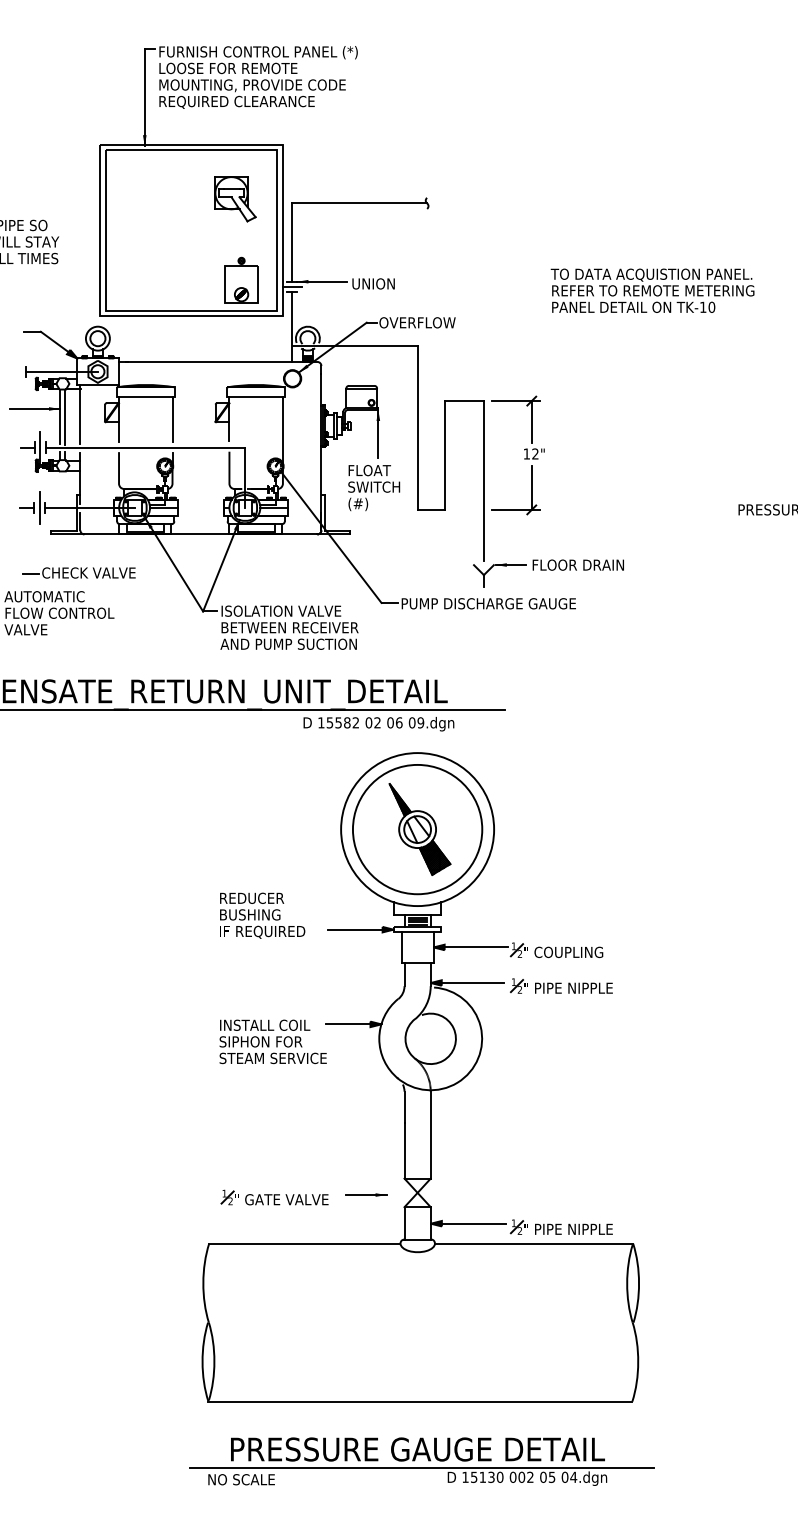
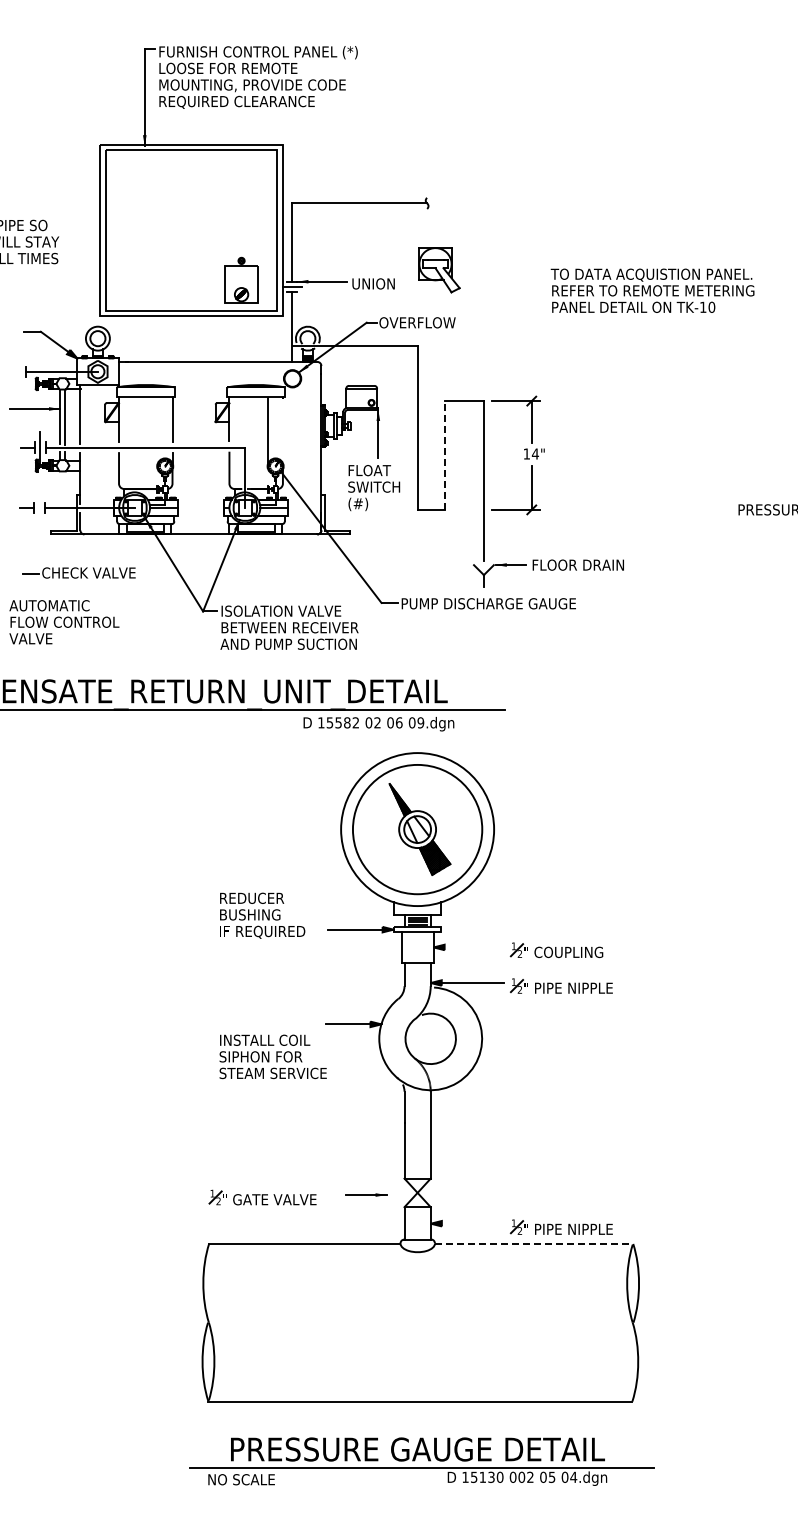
part at (235, 199) position: (235, 199) -> (439, 270)
line at (282, 430) position: (282, 430) -> (267, 430)
text at (534, 453): 12" -> 14"
line at (445, 455): solid -> dashed
line at (39, 507): present -> none
text at (59, 613) position: (59, 613) -> (64, 622)
line at (470, 947): present -> none
text at (272, 1041) position: (272, 1041) -> (272, 1056)
part at (274, 1197) position: (274, 1197) -> (262, 1197)
line at (467, 1223): present -> none
line at (534, 1243): solid -> dashed
